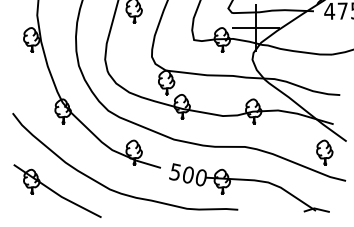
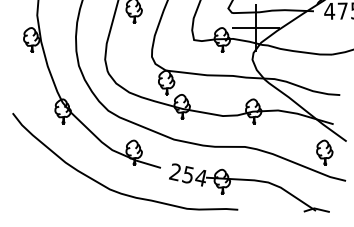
text at (187, 174): 500 -> 254
part at (57, 190): present -> none
